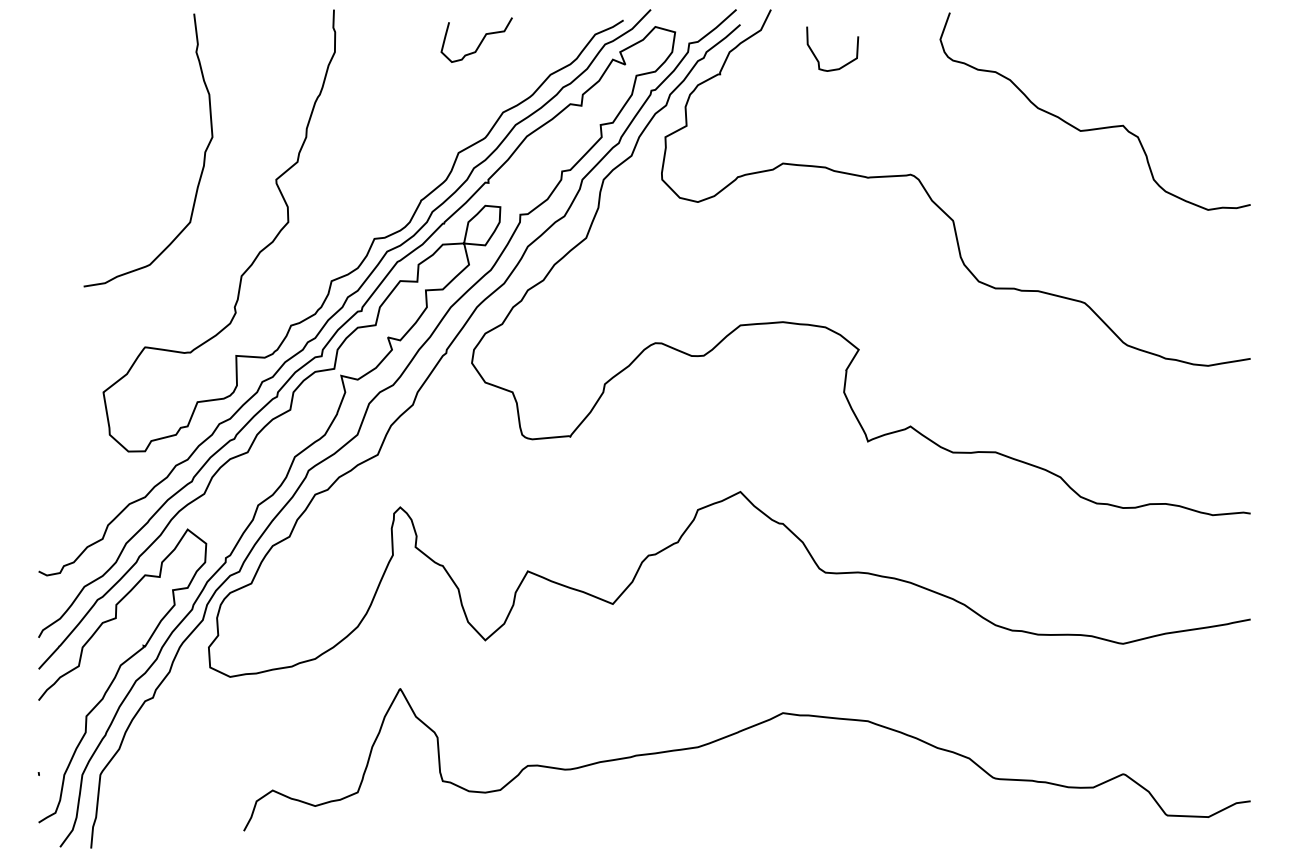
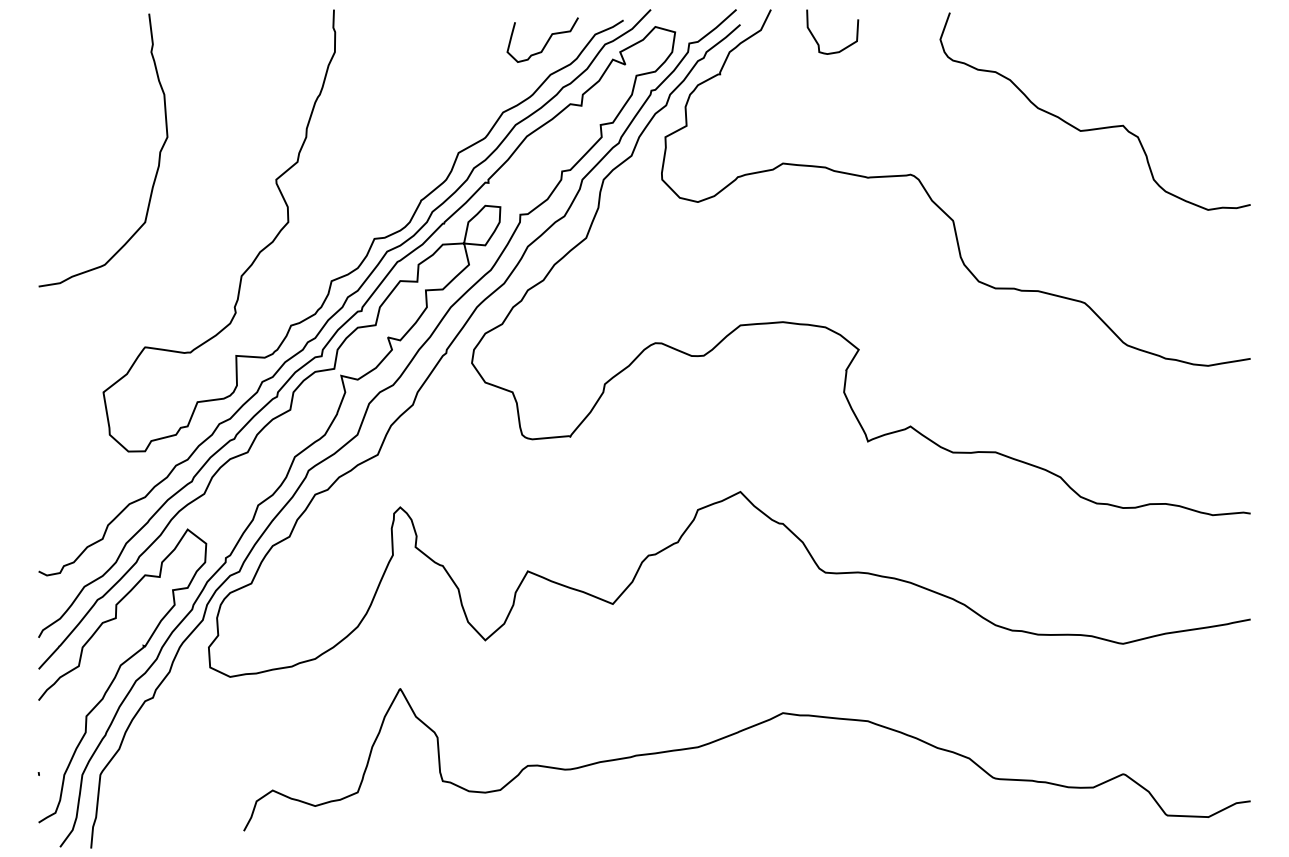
curve at (480, 41) position: (480, 41) -> (546, 41)
curve at (818, 59) position: (818, 59) -> (818, 42)
curve at (203, 157) position: (203, 157) -> (158, 157)
